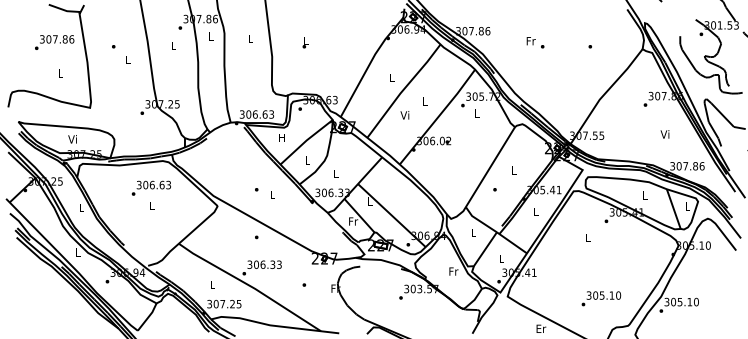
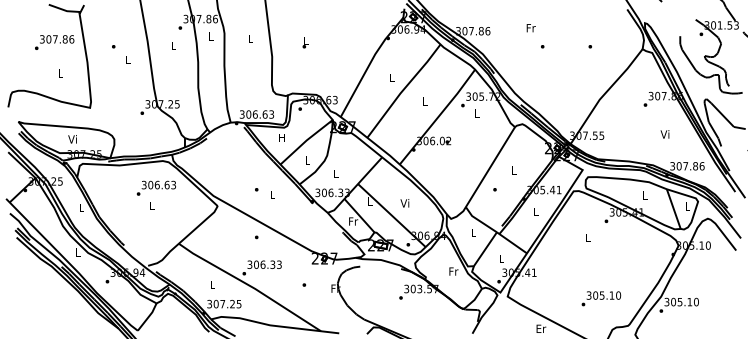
text at (530, 41) position: (530, 41) -> (530, 28)
text at (404, 115) position: (404, 115) -> (404, 203)
text at (150, 187) position: (150, 187) -> (155, 187)
